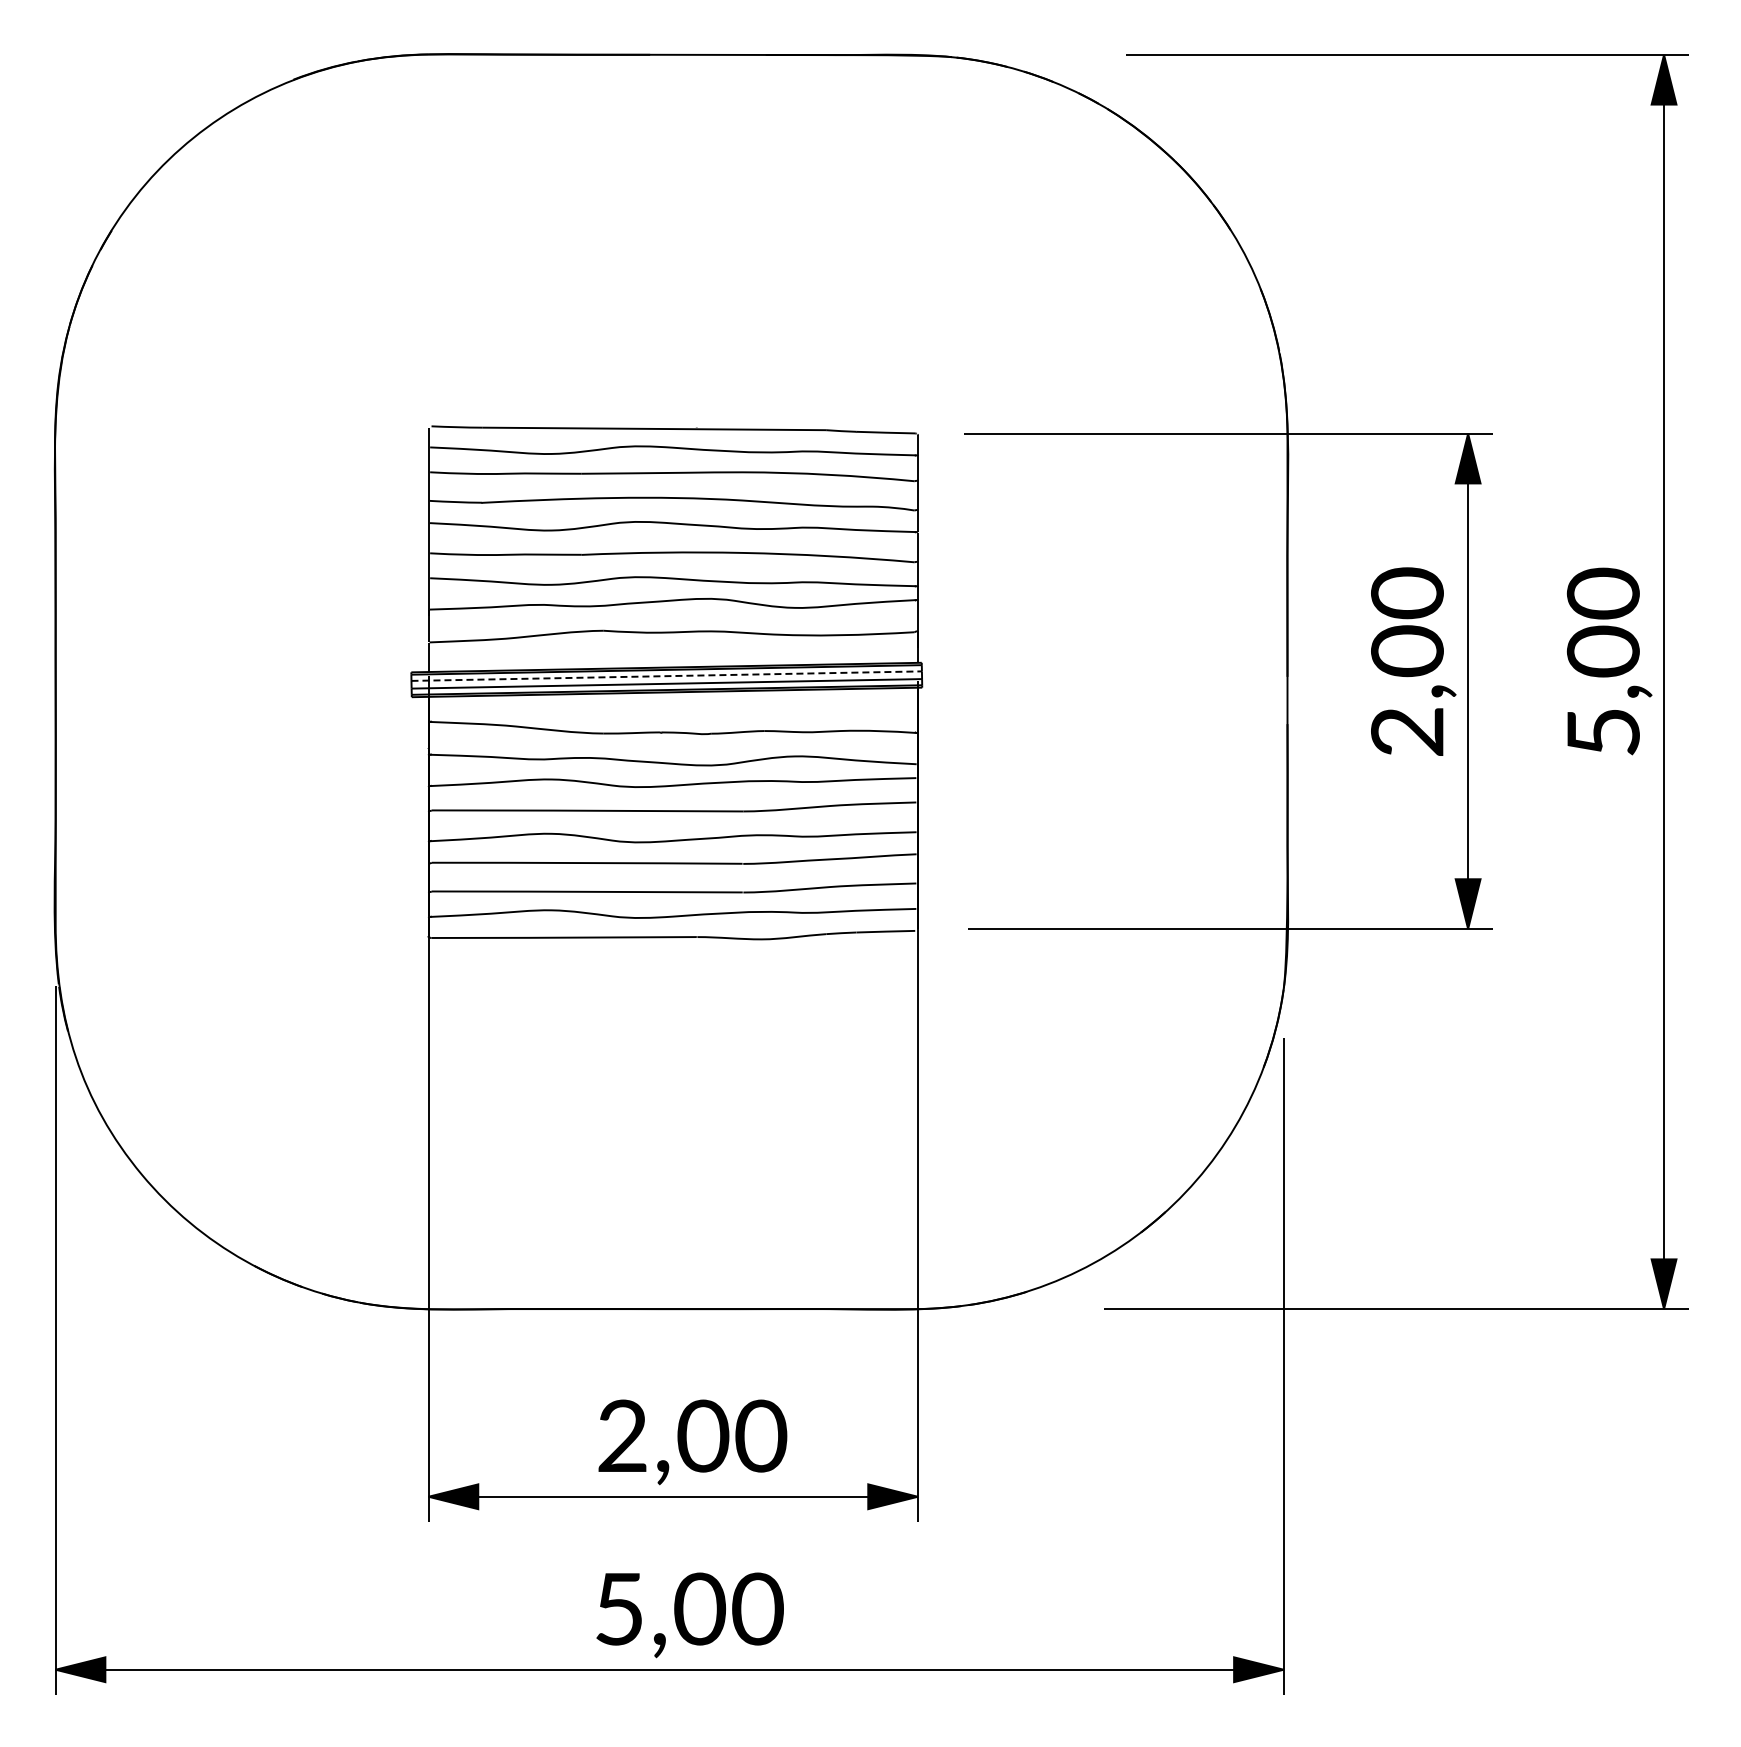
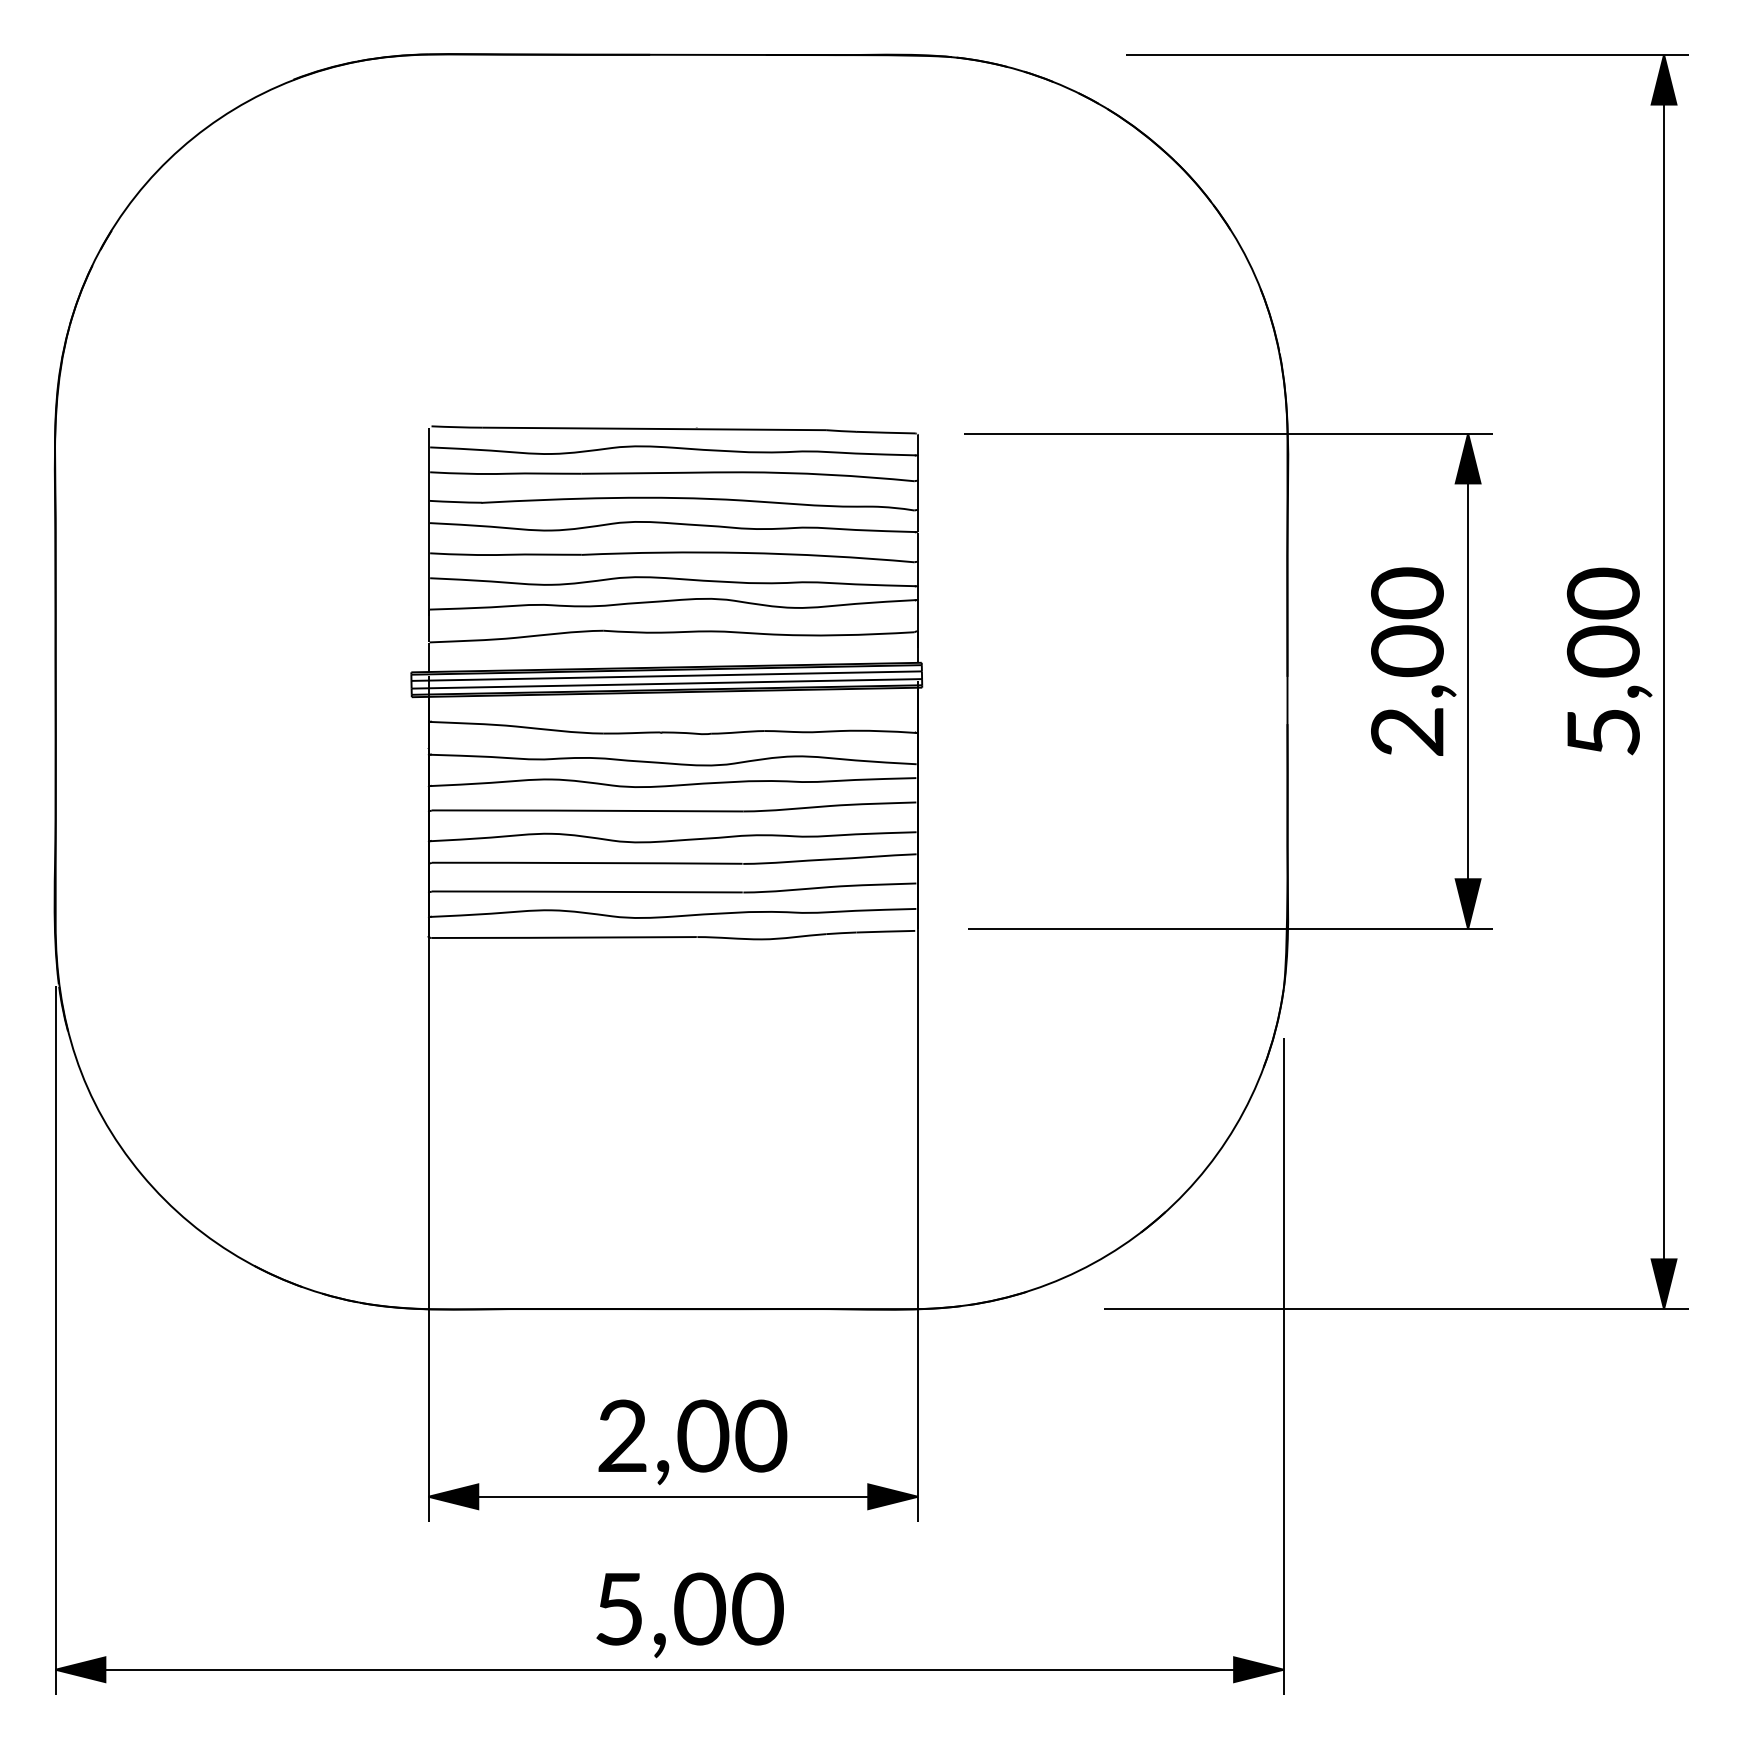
line at (667, 676): dashed -> solid
